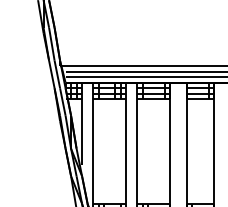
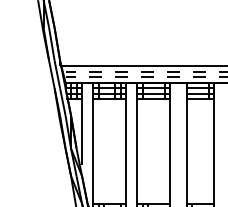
line at (146, 71): solid -> dashed
line at (146, 77): solid -> dashed
